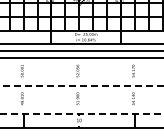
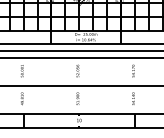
line at (82, 86): dashed -> solid
line at (82, 113): dashed -> solid
